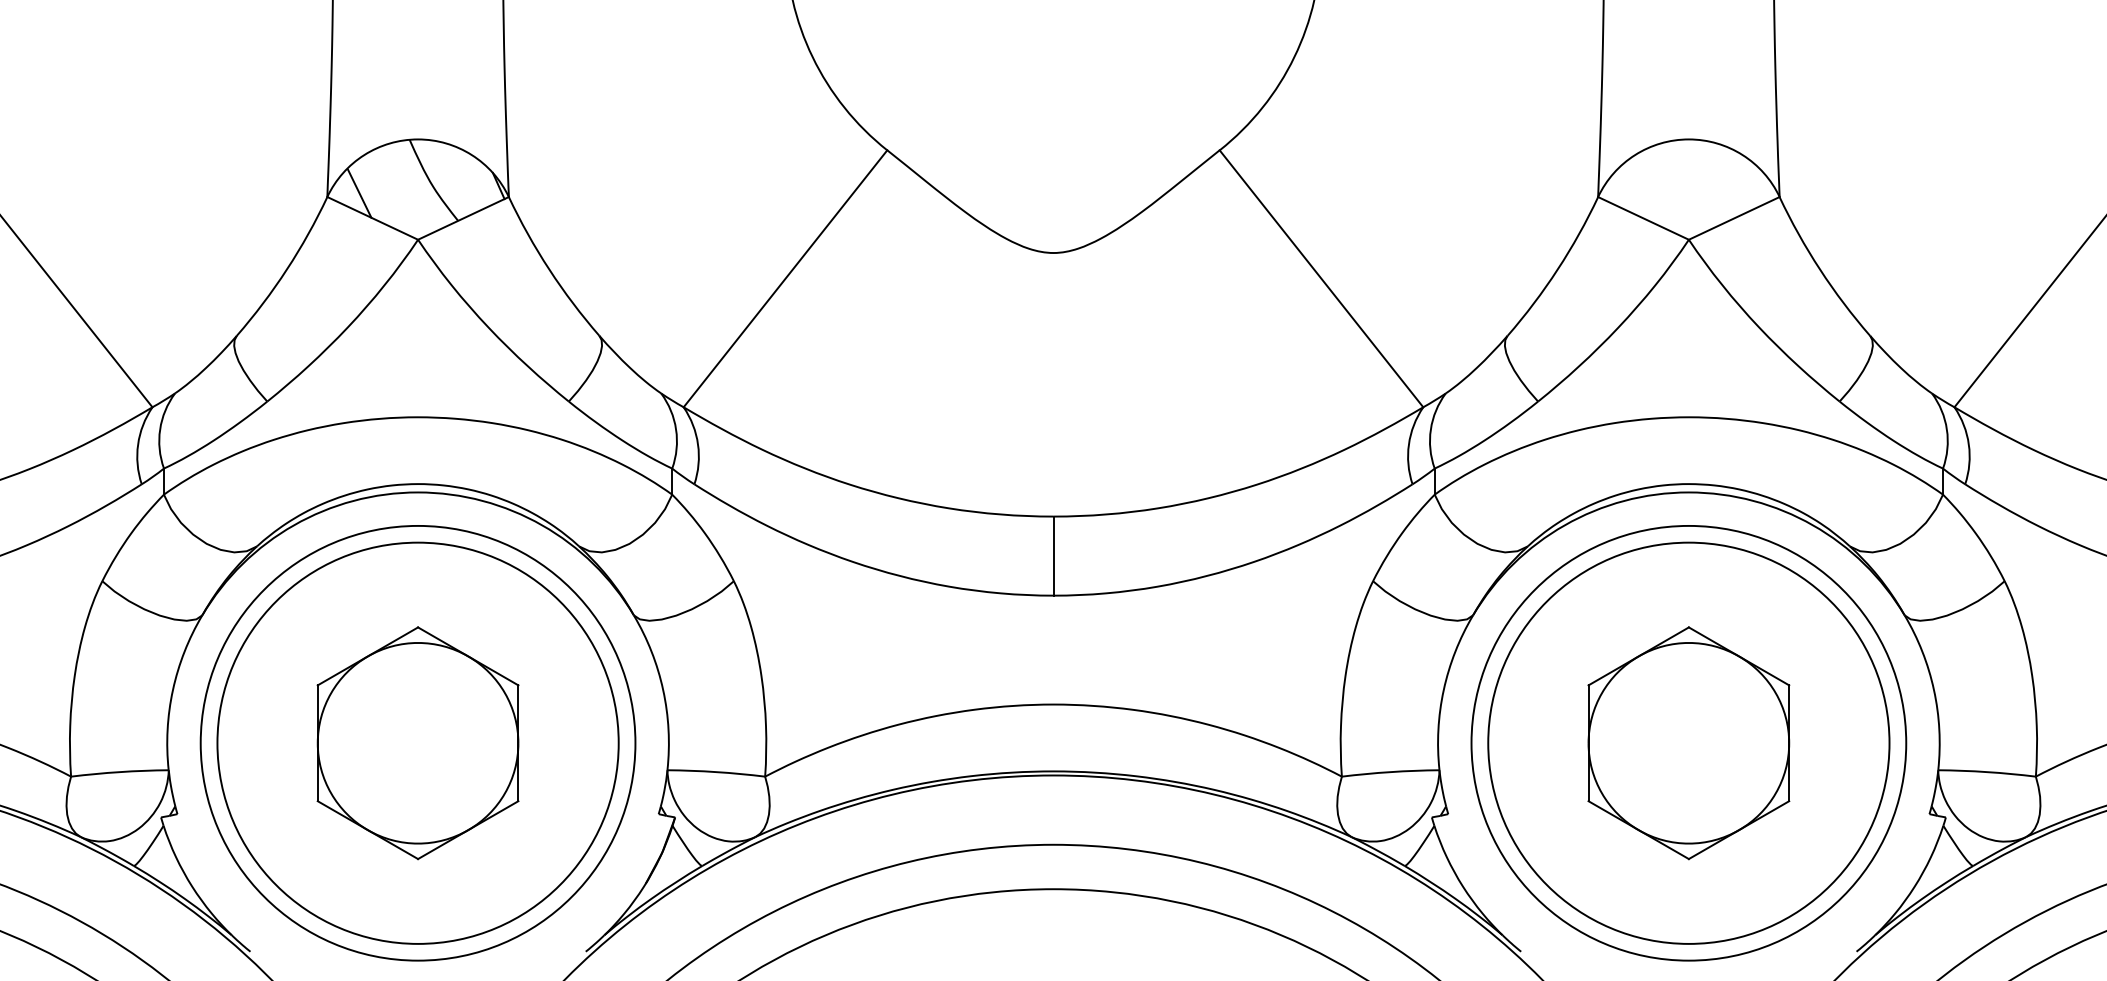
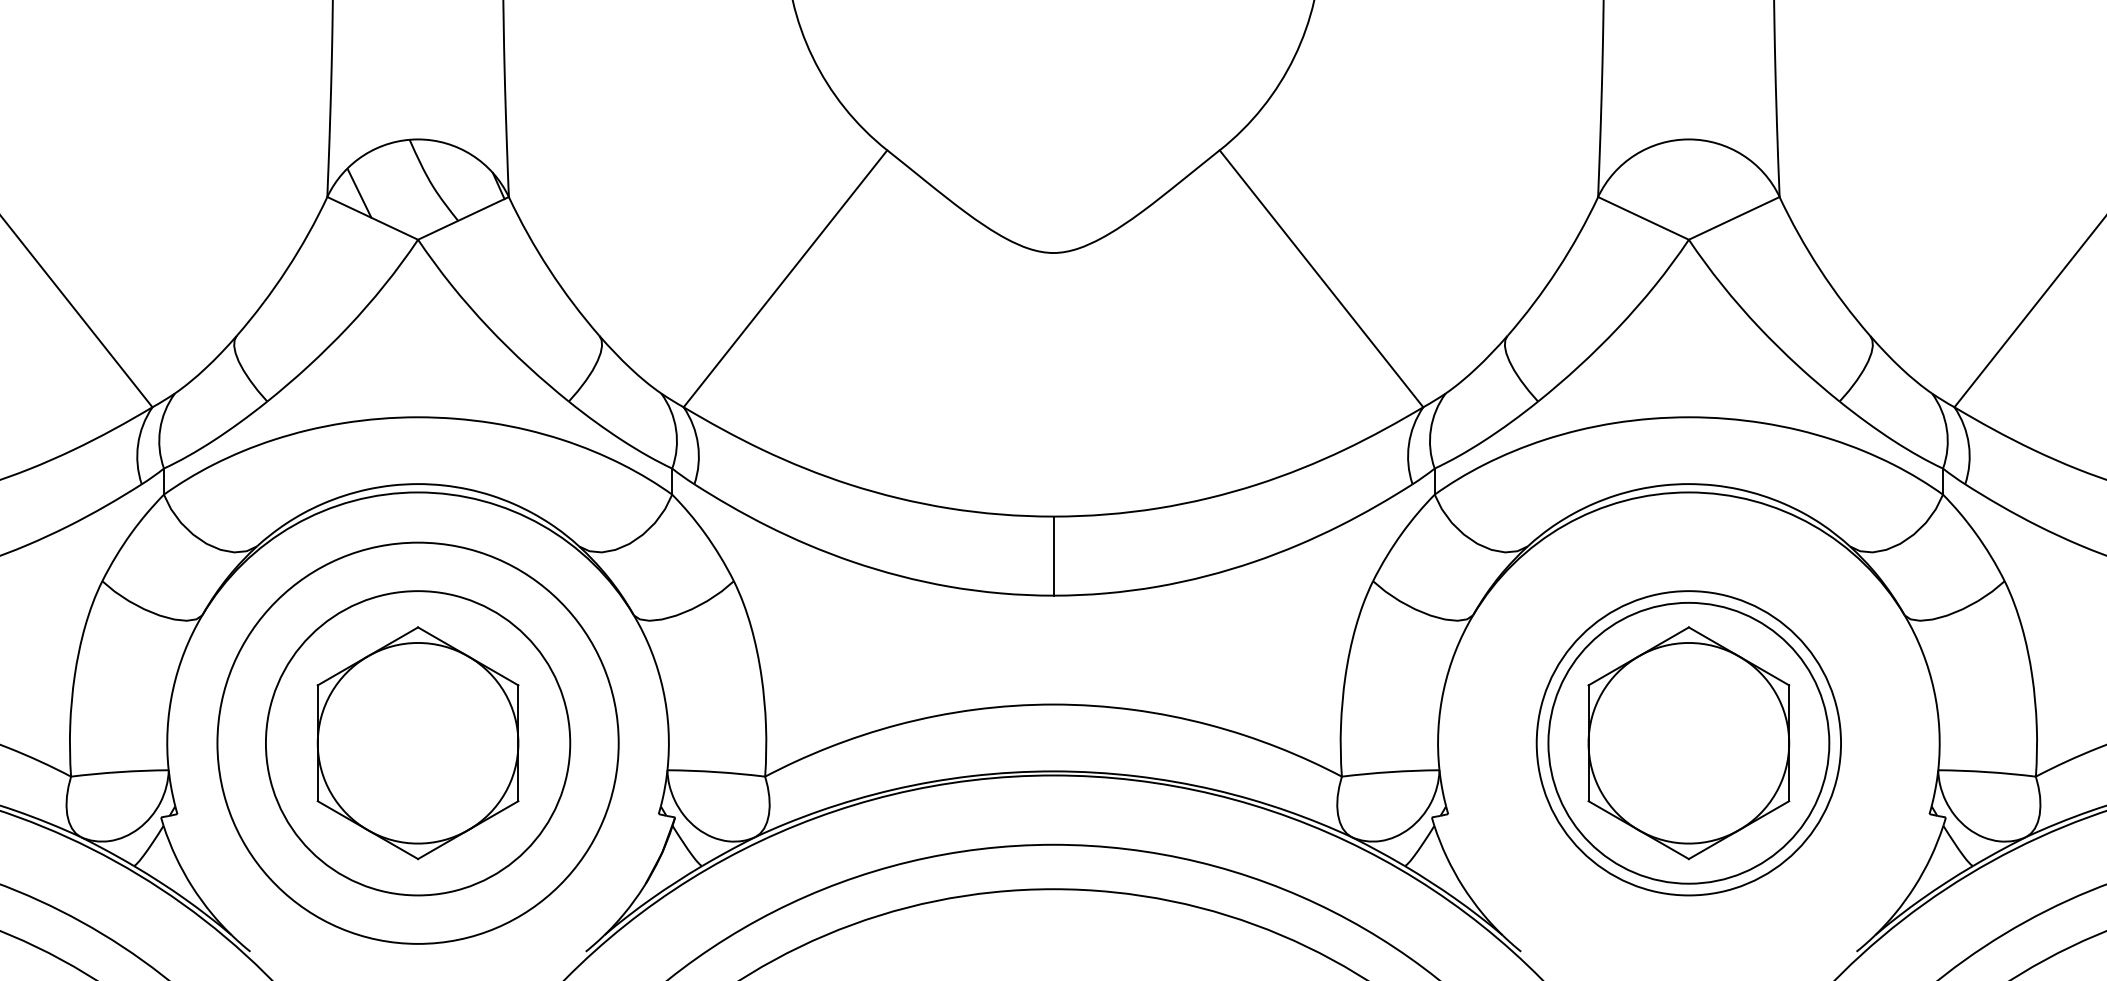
circle at (417, 742) diameter: 435 px -> 304 px
circle at (1688, 742) diameter: 401 px -> 281 px
circle at (1688, 742) diameter: 435 px -> 304 px
